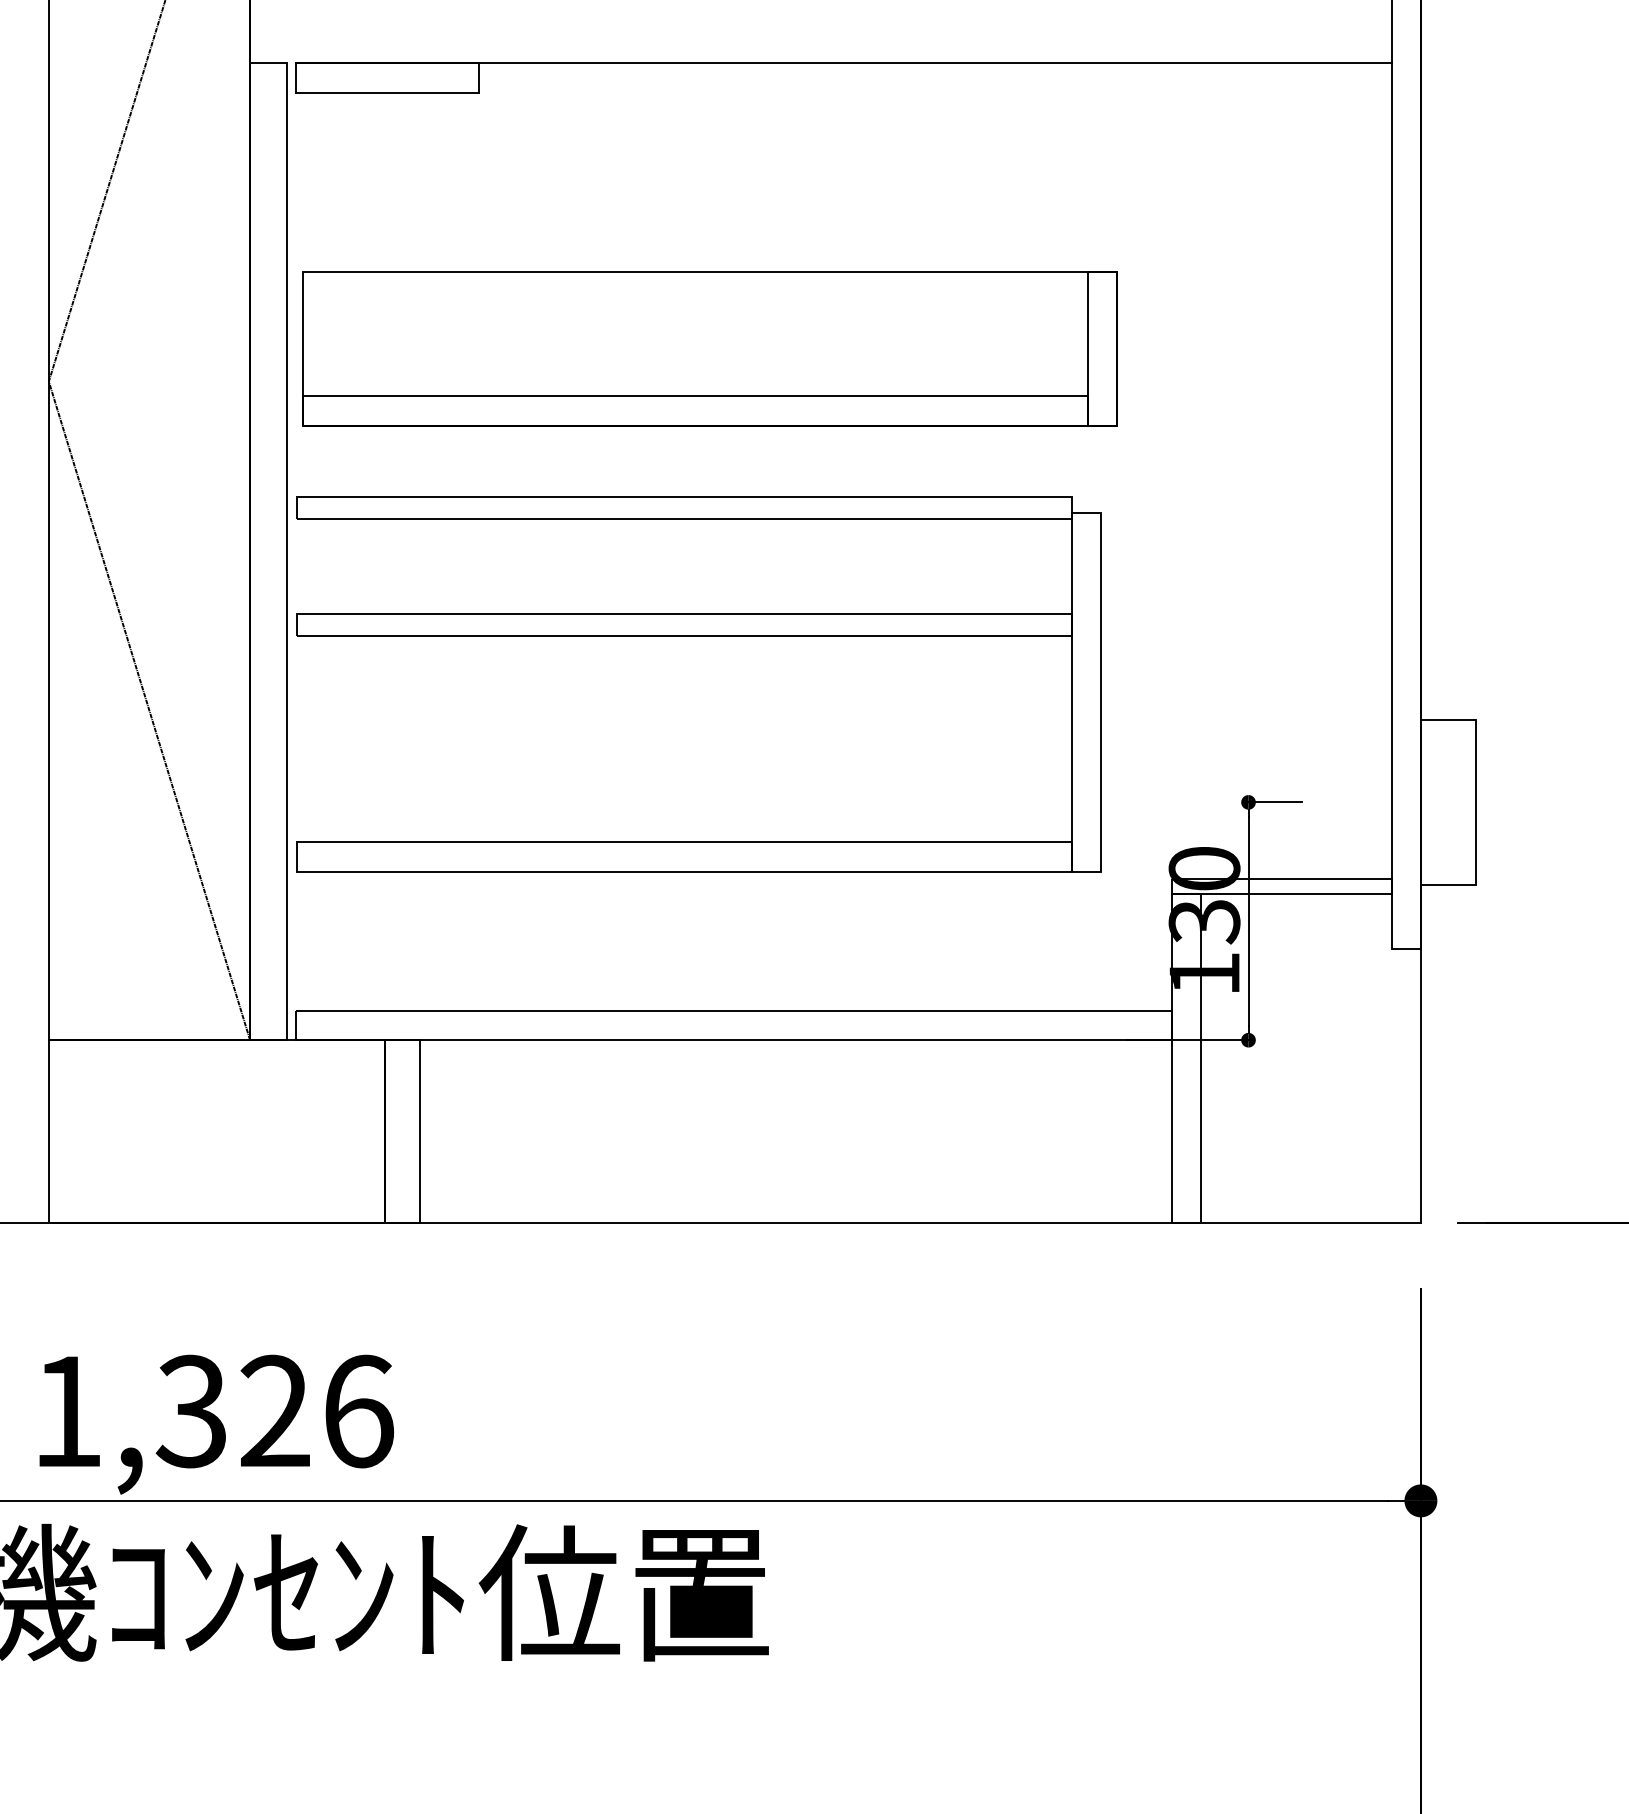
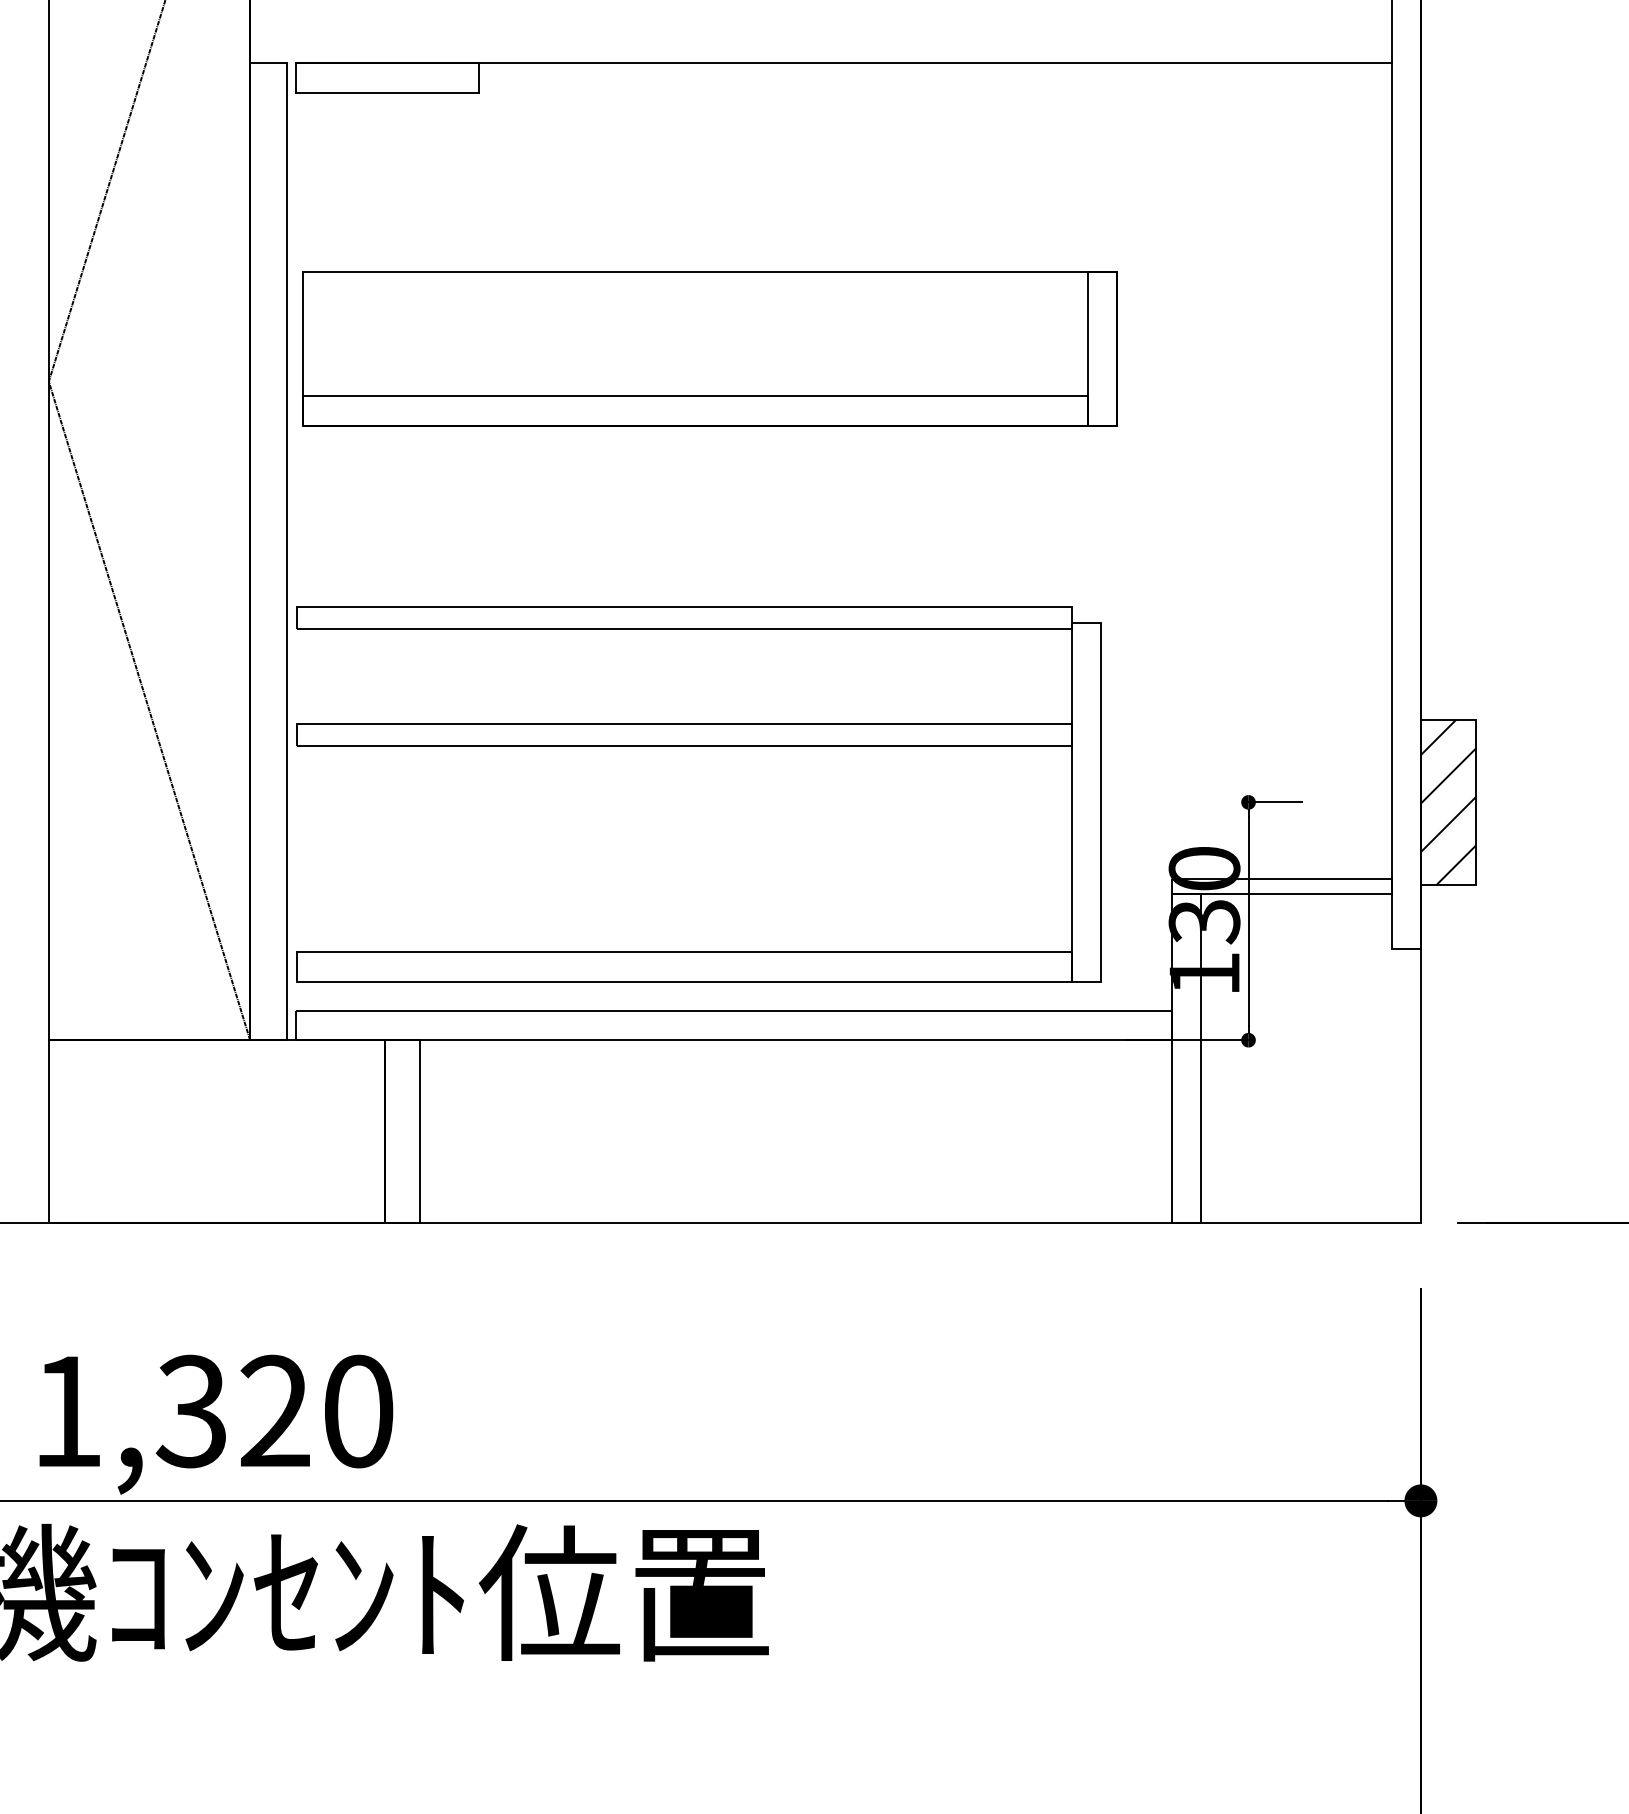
part at (698, 636) position: (698, 636) -> (698, 746)
hatch at (1447, 802): none -> present
text at (359, 1411): 1,326 -> 1,320
